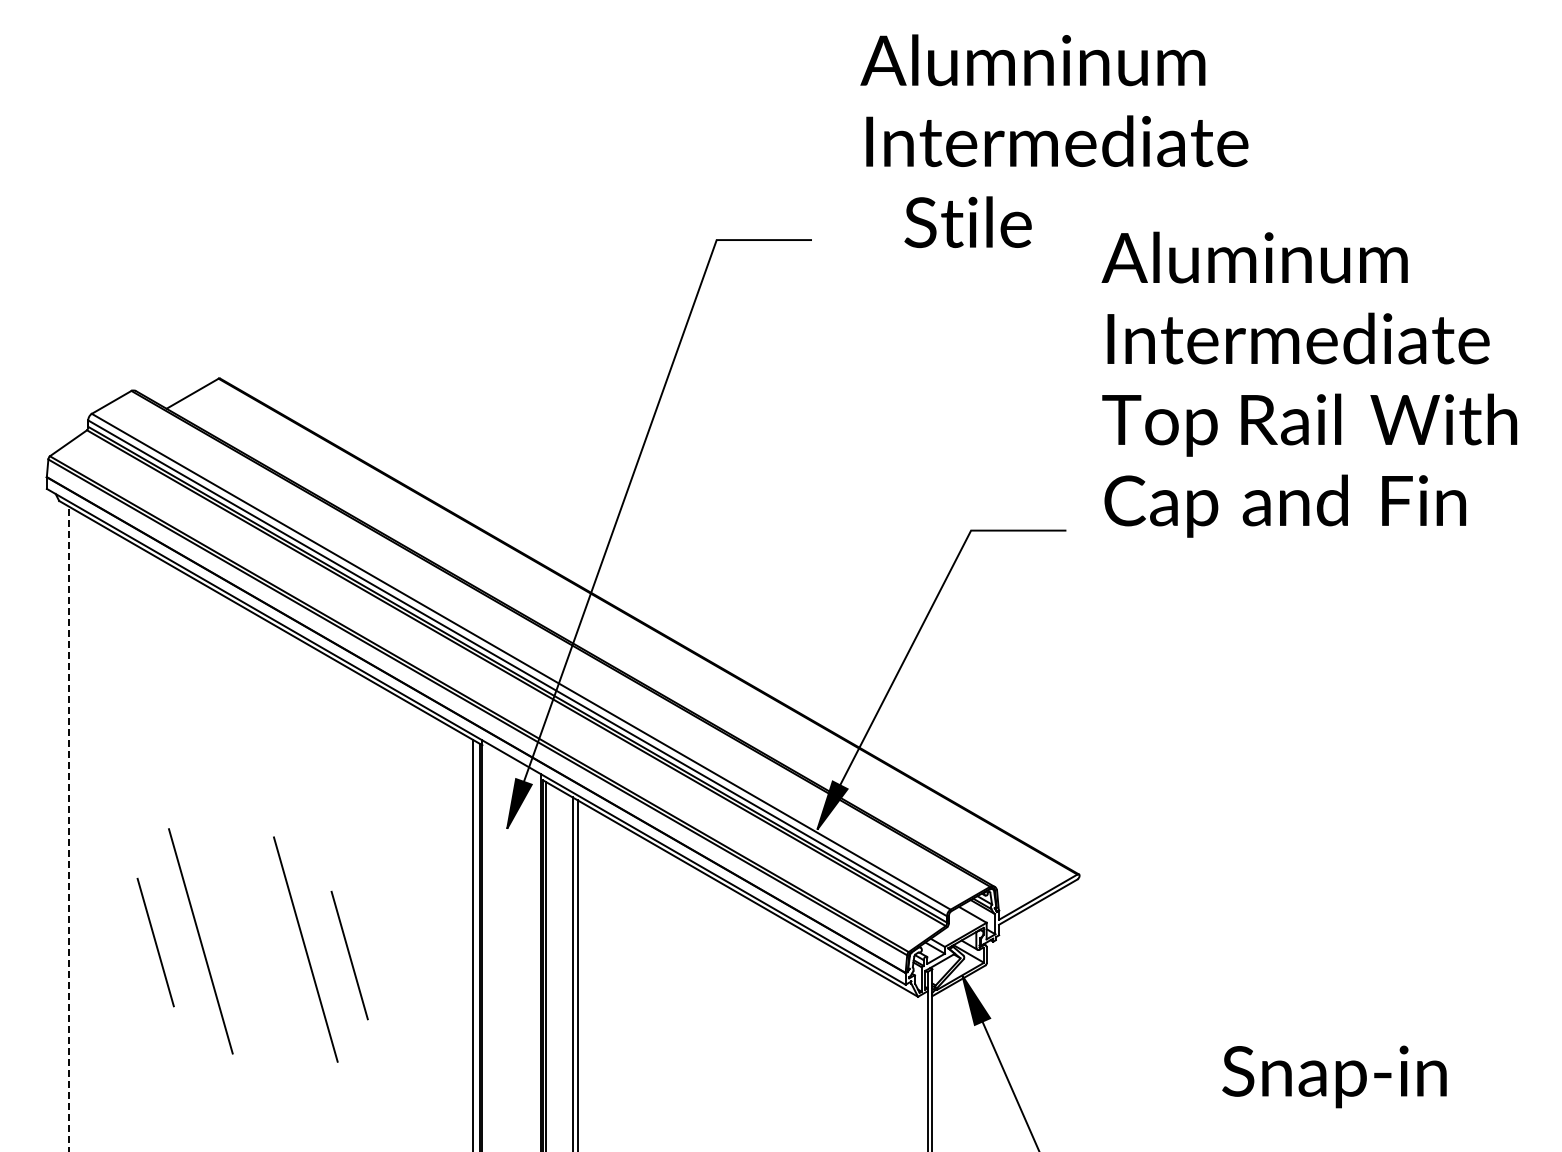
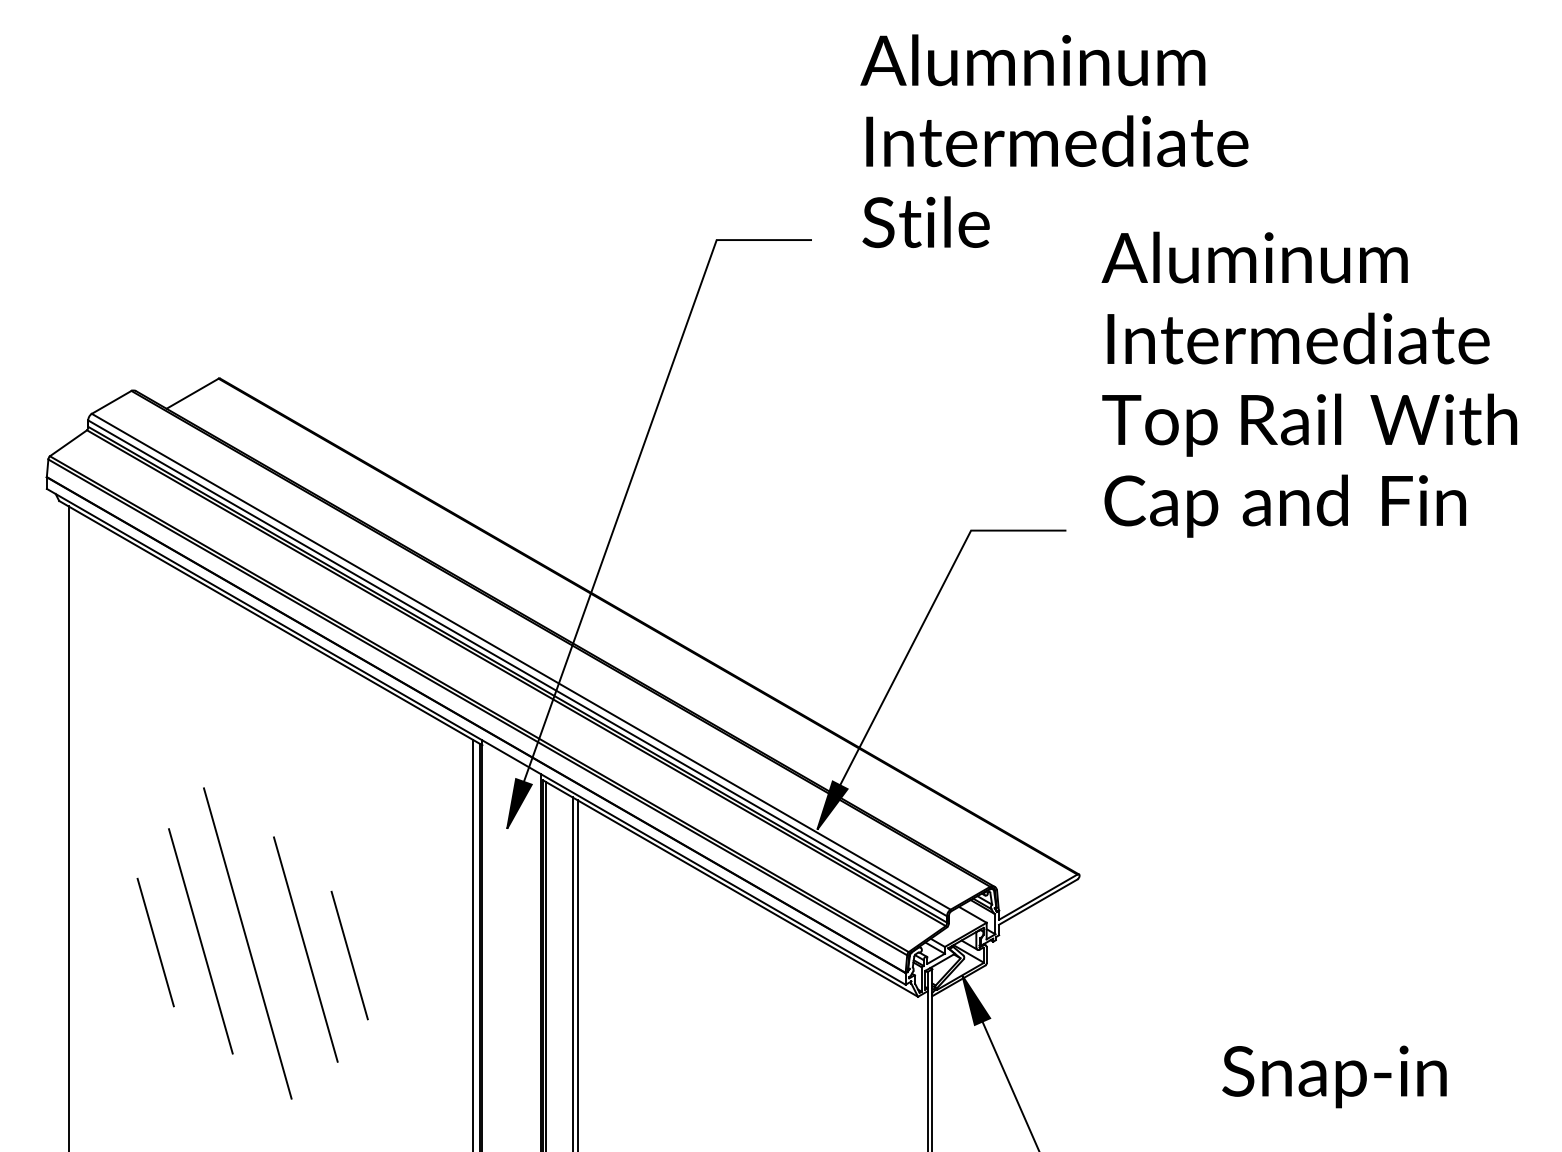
text at (967, 222) position: (967, 222) -> (925, 222)
line at (68, 828): dashed -> solid
line at (247, 943): none -> present
